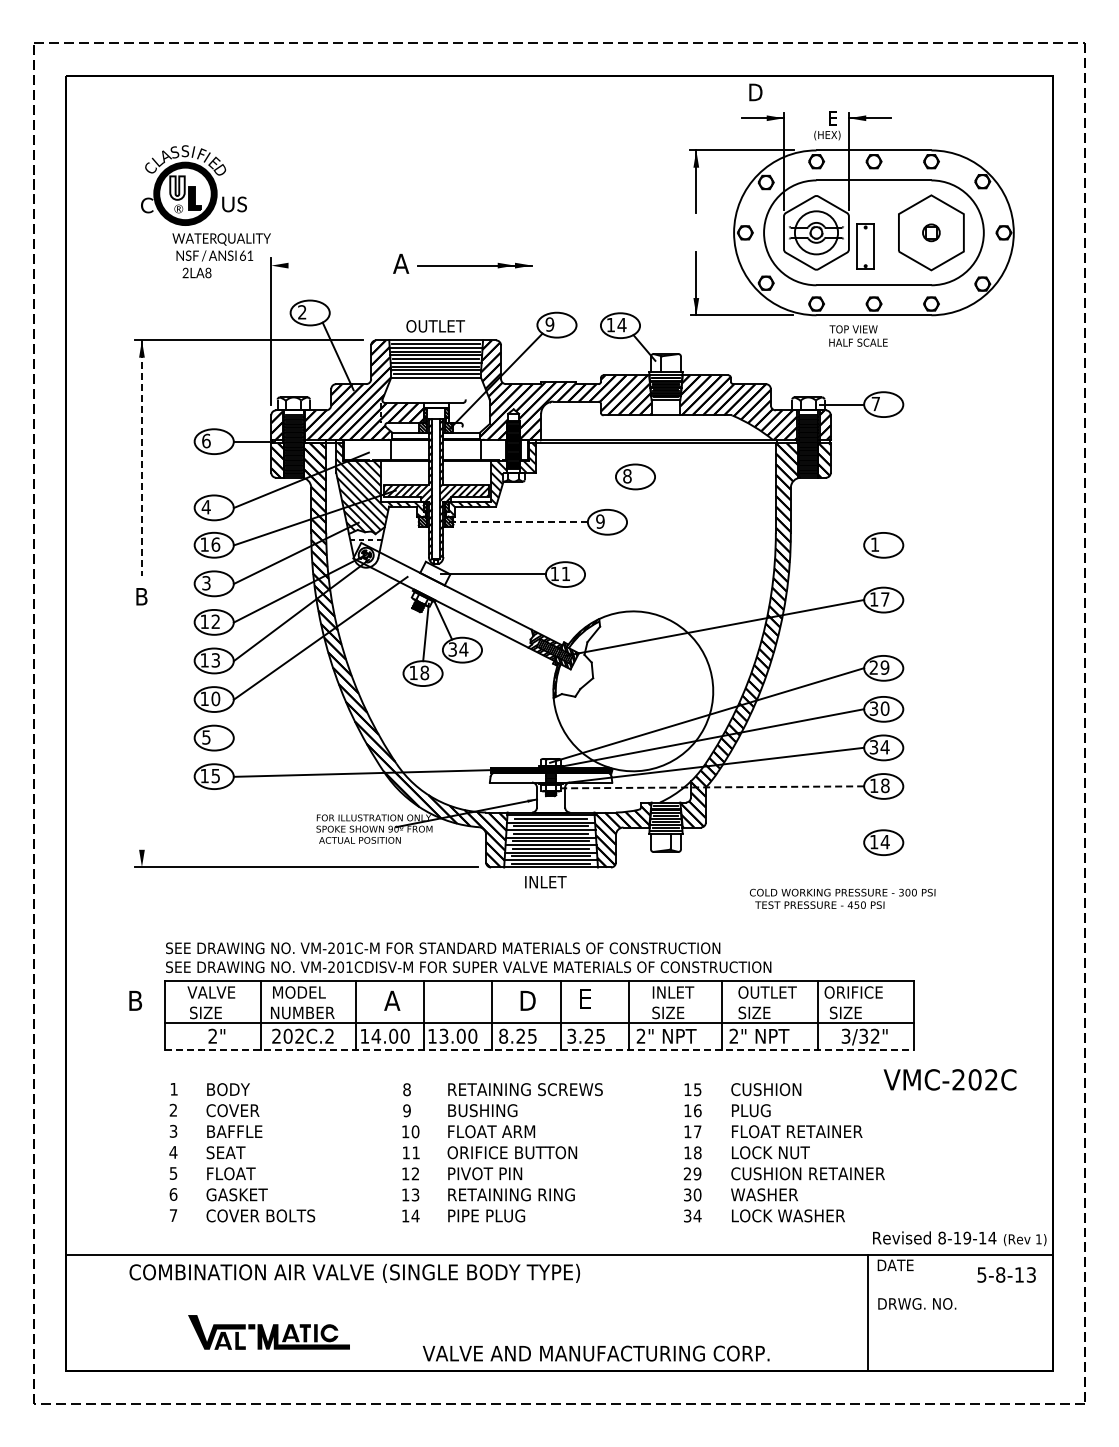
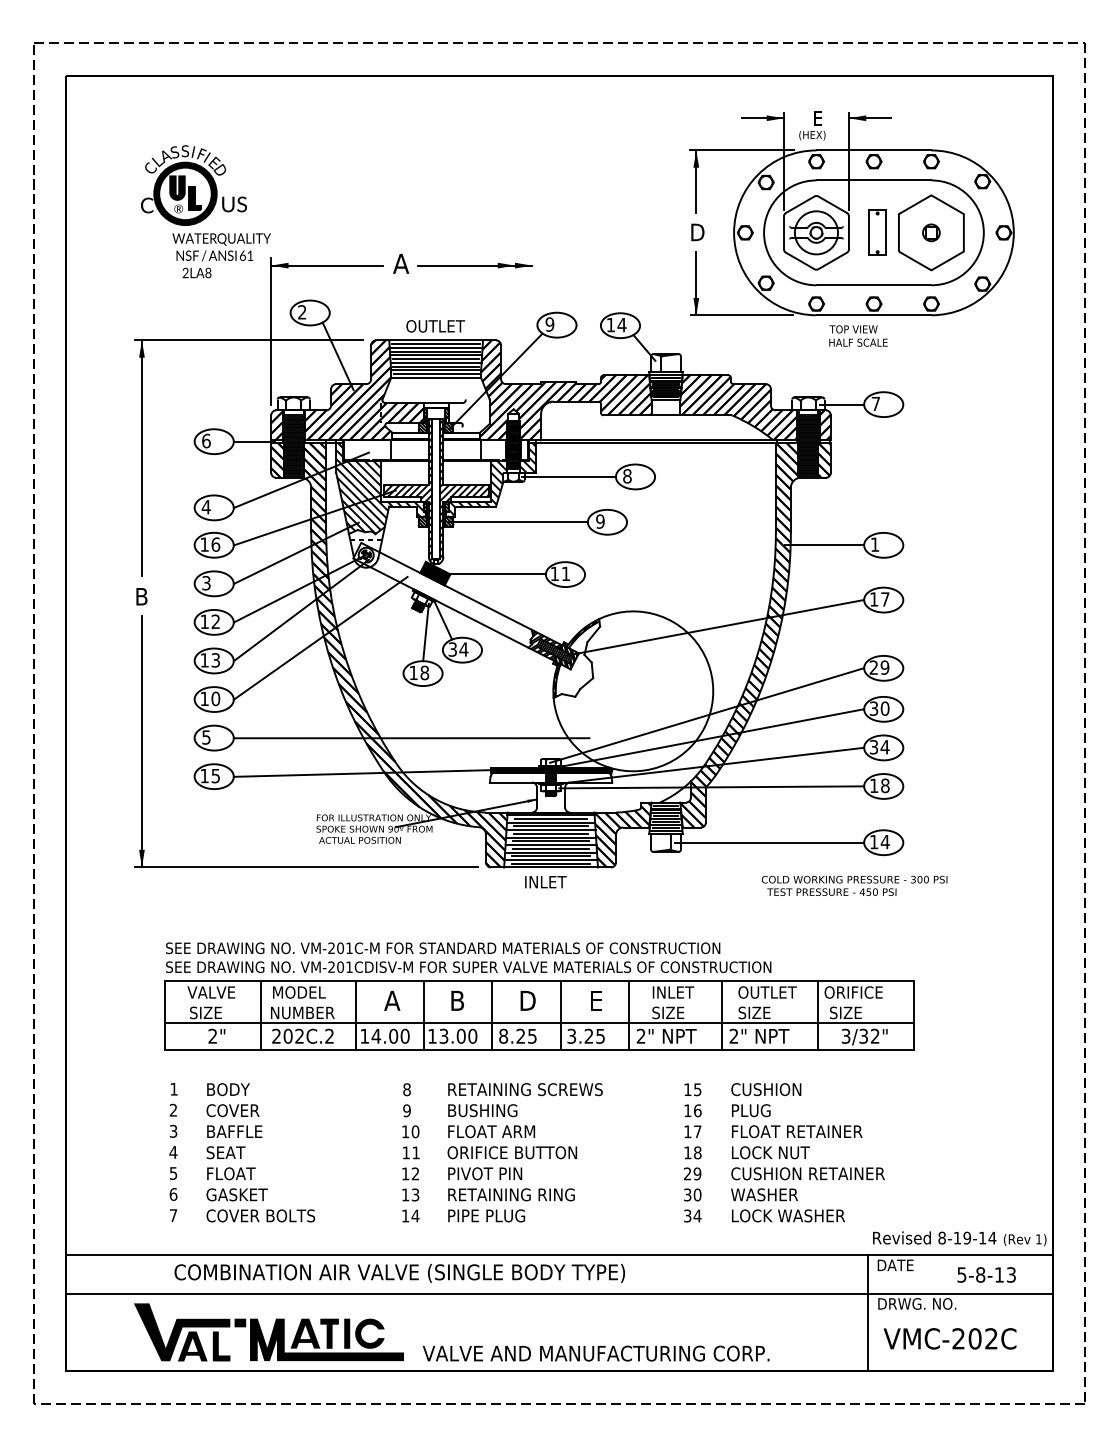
text at (755, 92) position: (755, 92) -> (697, 232)
text at (827, 125) position: (827, 125) -> (812, 125)
fill at (177, 187): none -> present
part at (865, 246) position: (865, 246) -> (877, 232)
line at (326, 265): none -> present
line at (141, 457): dashed -> solid
line at (568, 476): none -> present
line at (518, 522): dashed -> solid
line at (824, 545): none -> present
fill at (435, 573): none -> present
line at (411, 738): none -> present
line at (141, 741): none -> present
line at (711, 787): dashed -> solid
line at (769, 842): none -> present
text at (842, 898) position: (842, 898) -> (854, 885)
text at (585, 998) position: (585, 998) -> (596, 1000)
text at (135, 1000) position: (135, 1000) -> (457, 1000)
line at (539, 1050): dashed -> solid
text at (949, 1079) position: (949, 1079) -> (949, 1338)
text at (354, 1273) position: (354, 1273) -> (399, 1273)
text at (1006, 1274) position: (1006, 1274) -> (986, 1274)
line at (559, 1293): none -> present
part at (268, 1332) size: 162x35 px -> 270x59 px
